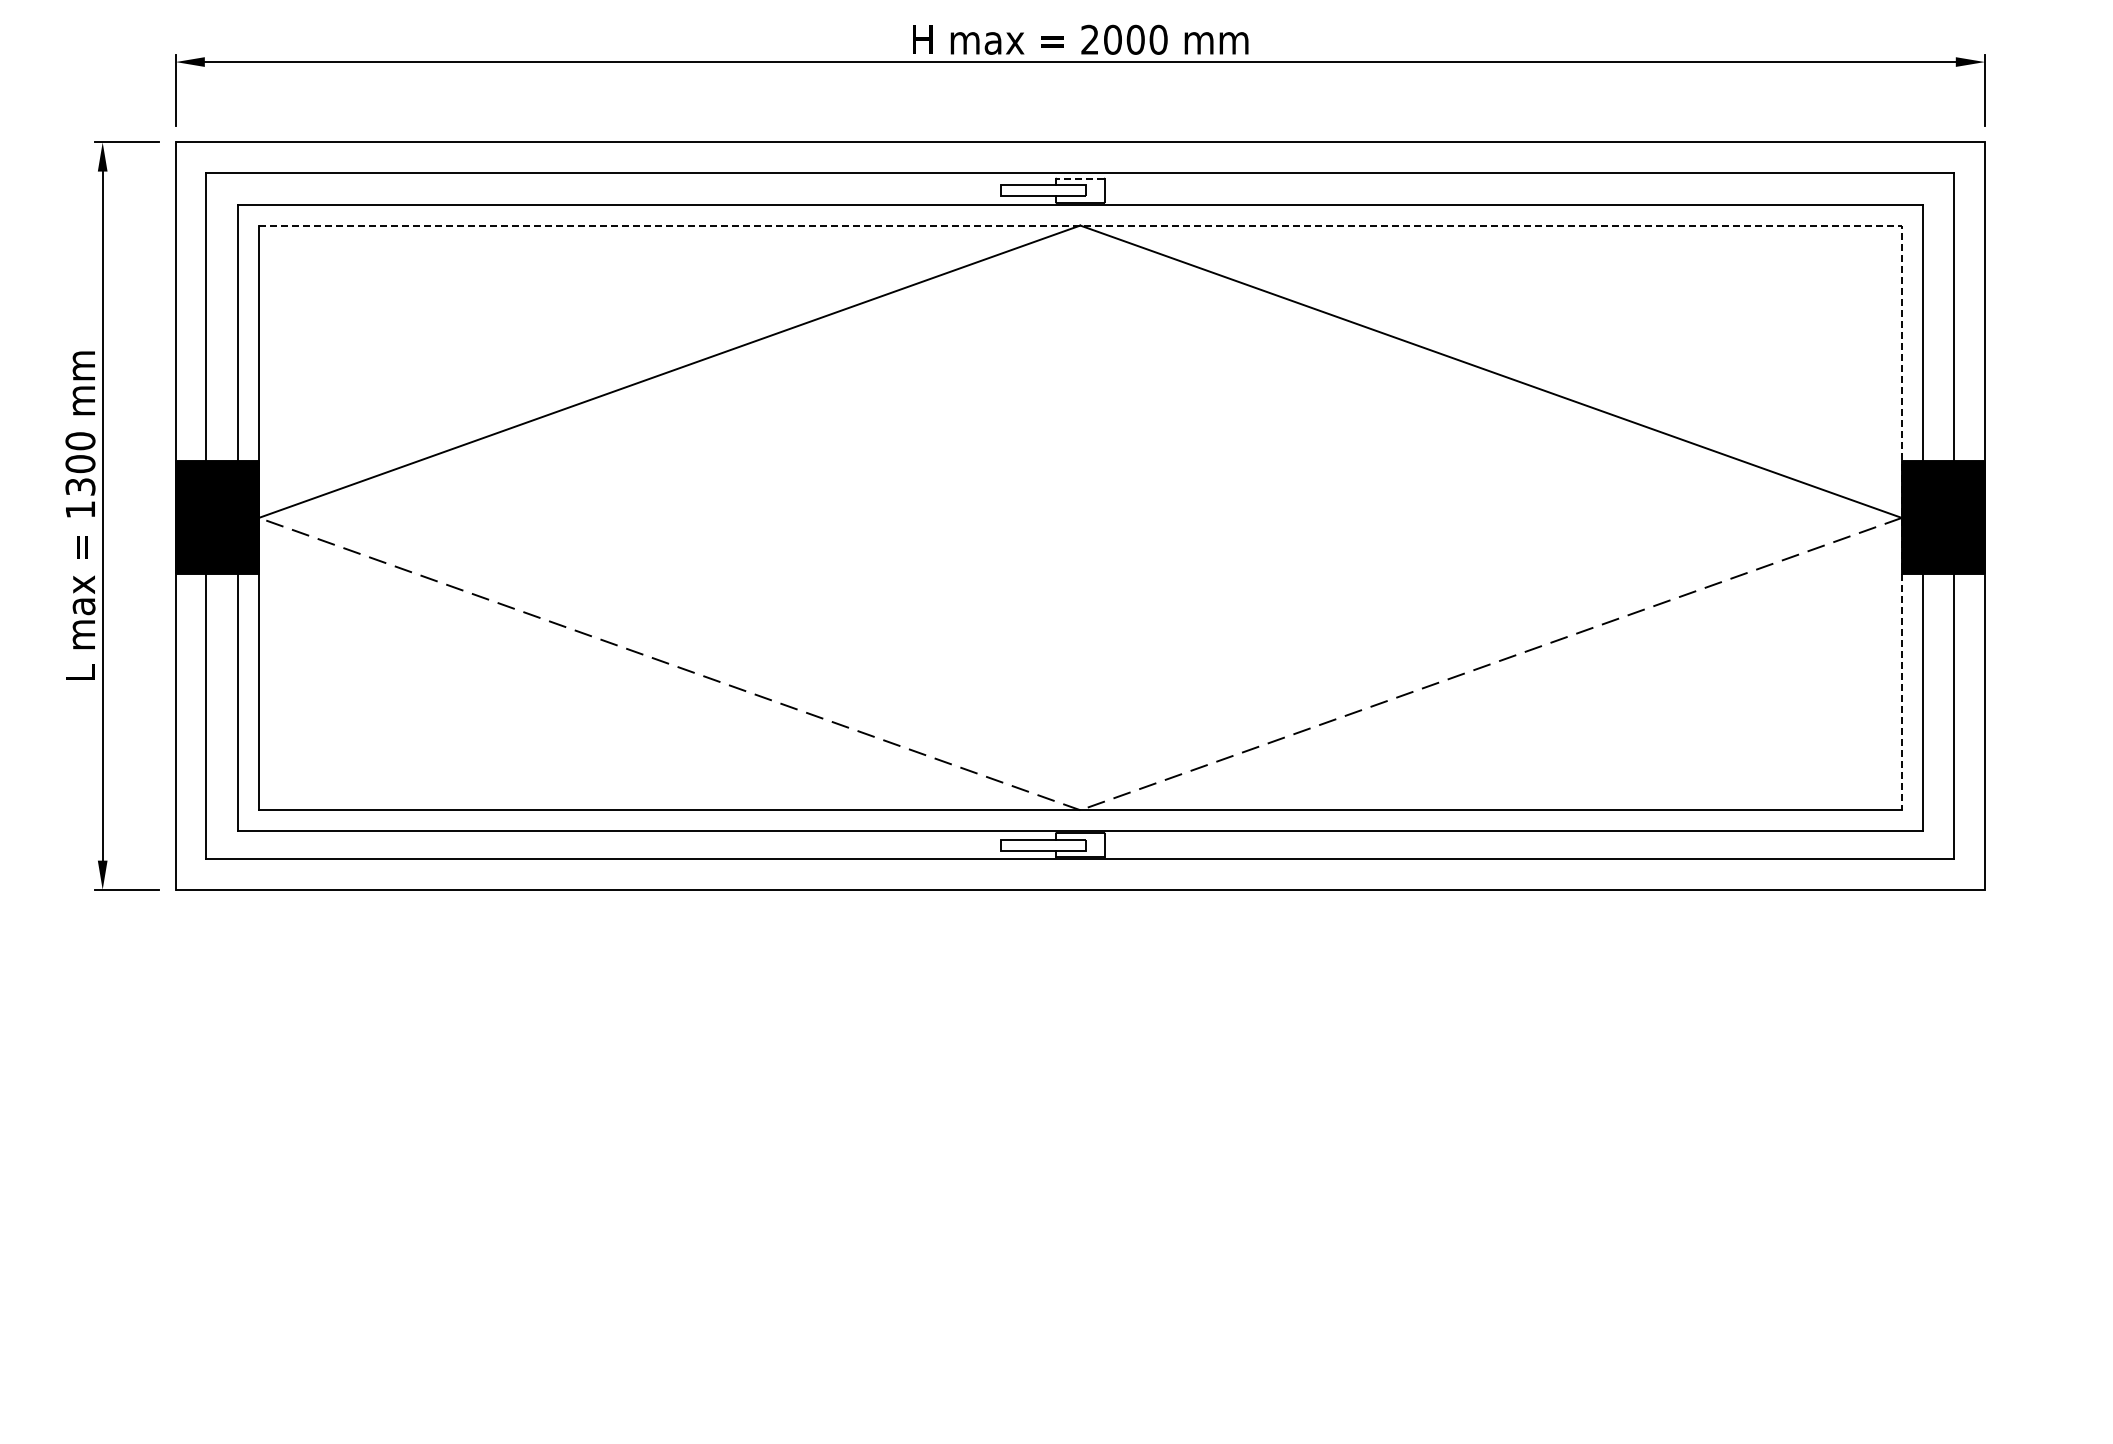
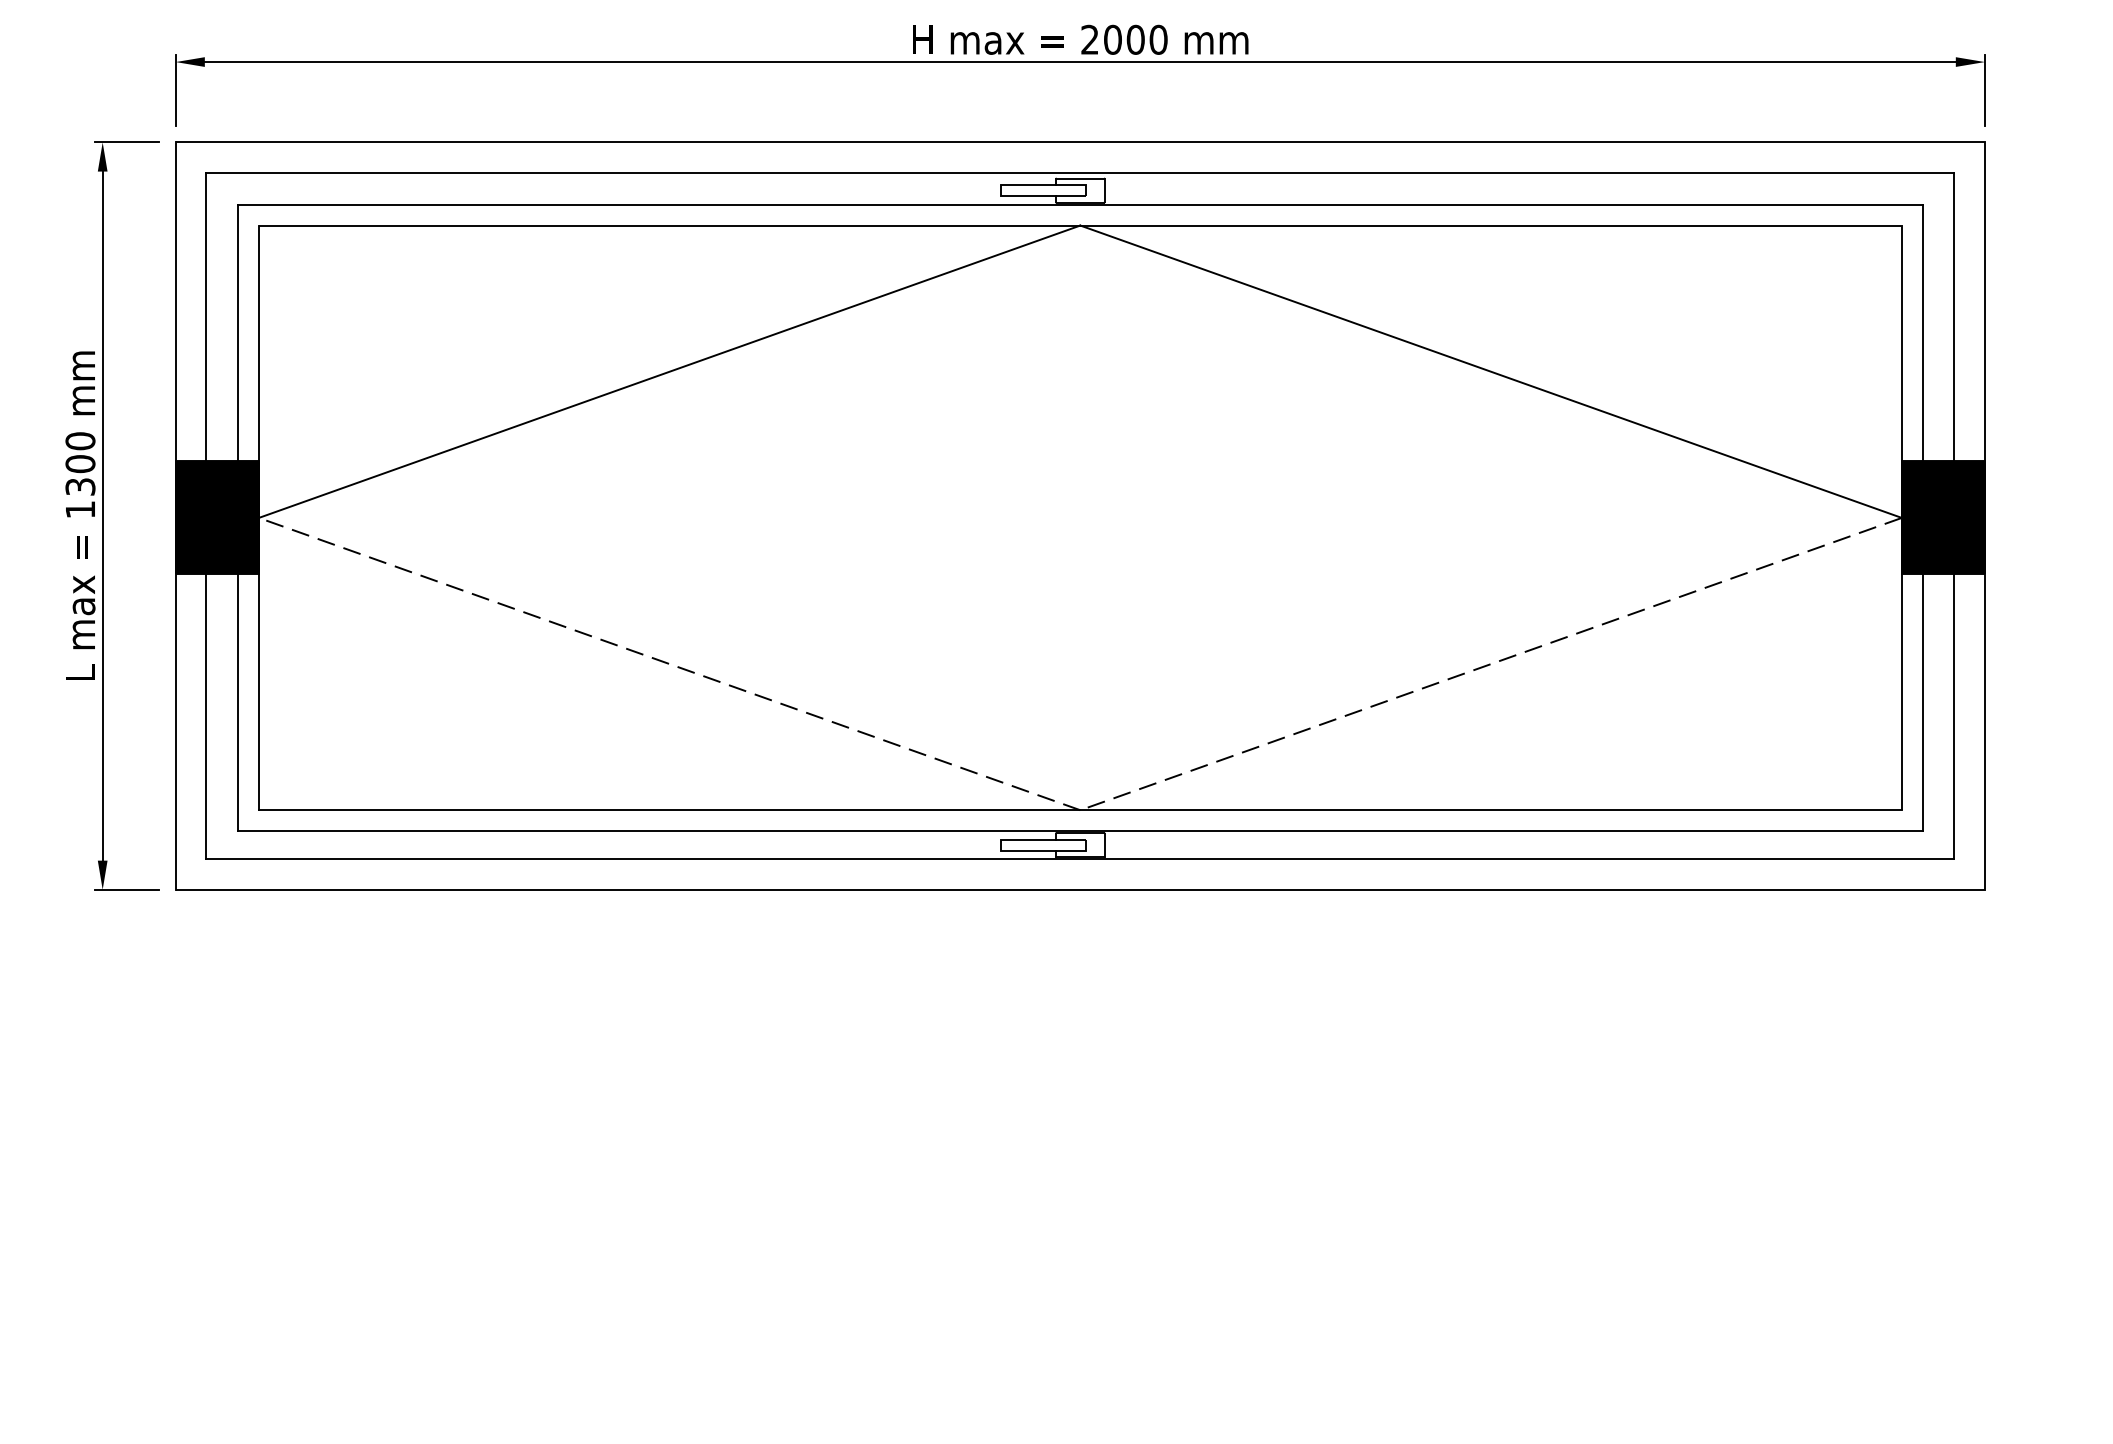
line at (1080, 178): dashed -> solid
line at (1373, 225): dashed -> solid
